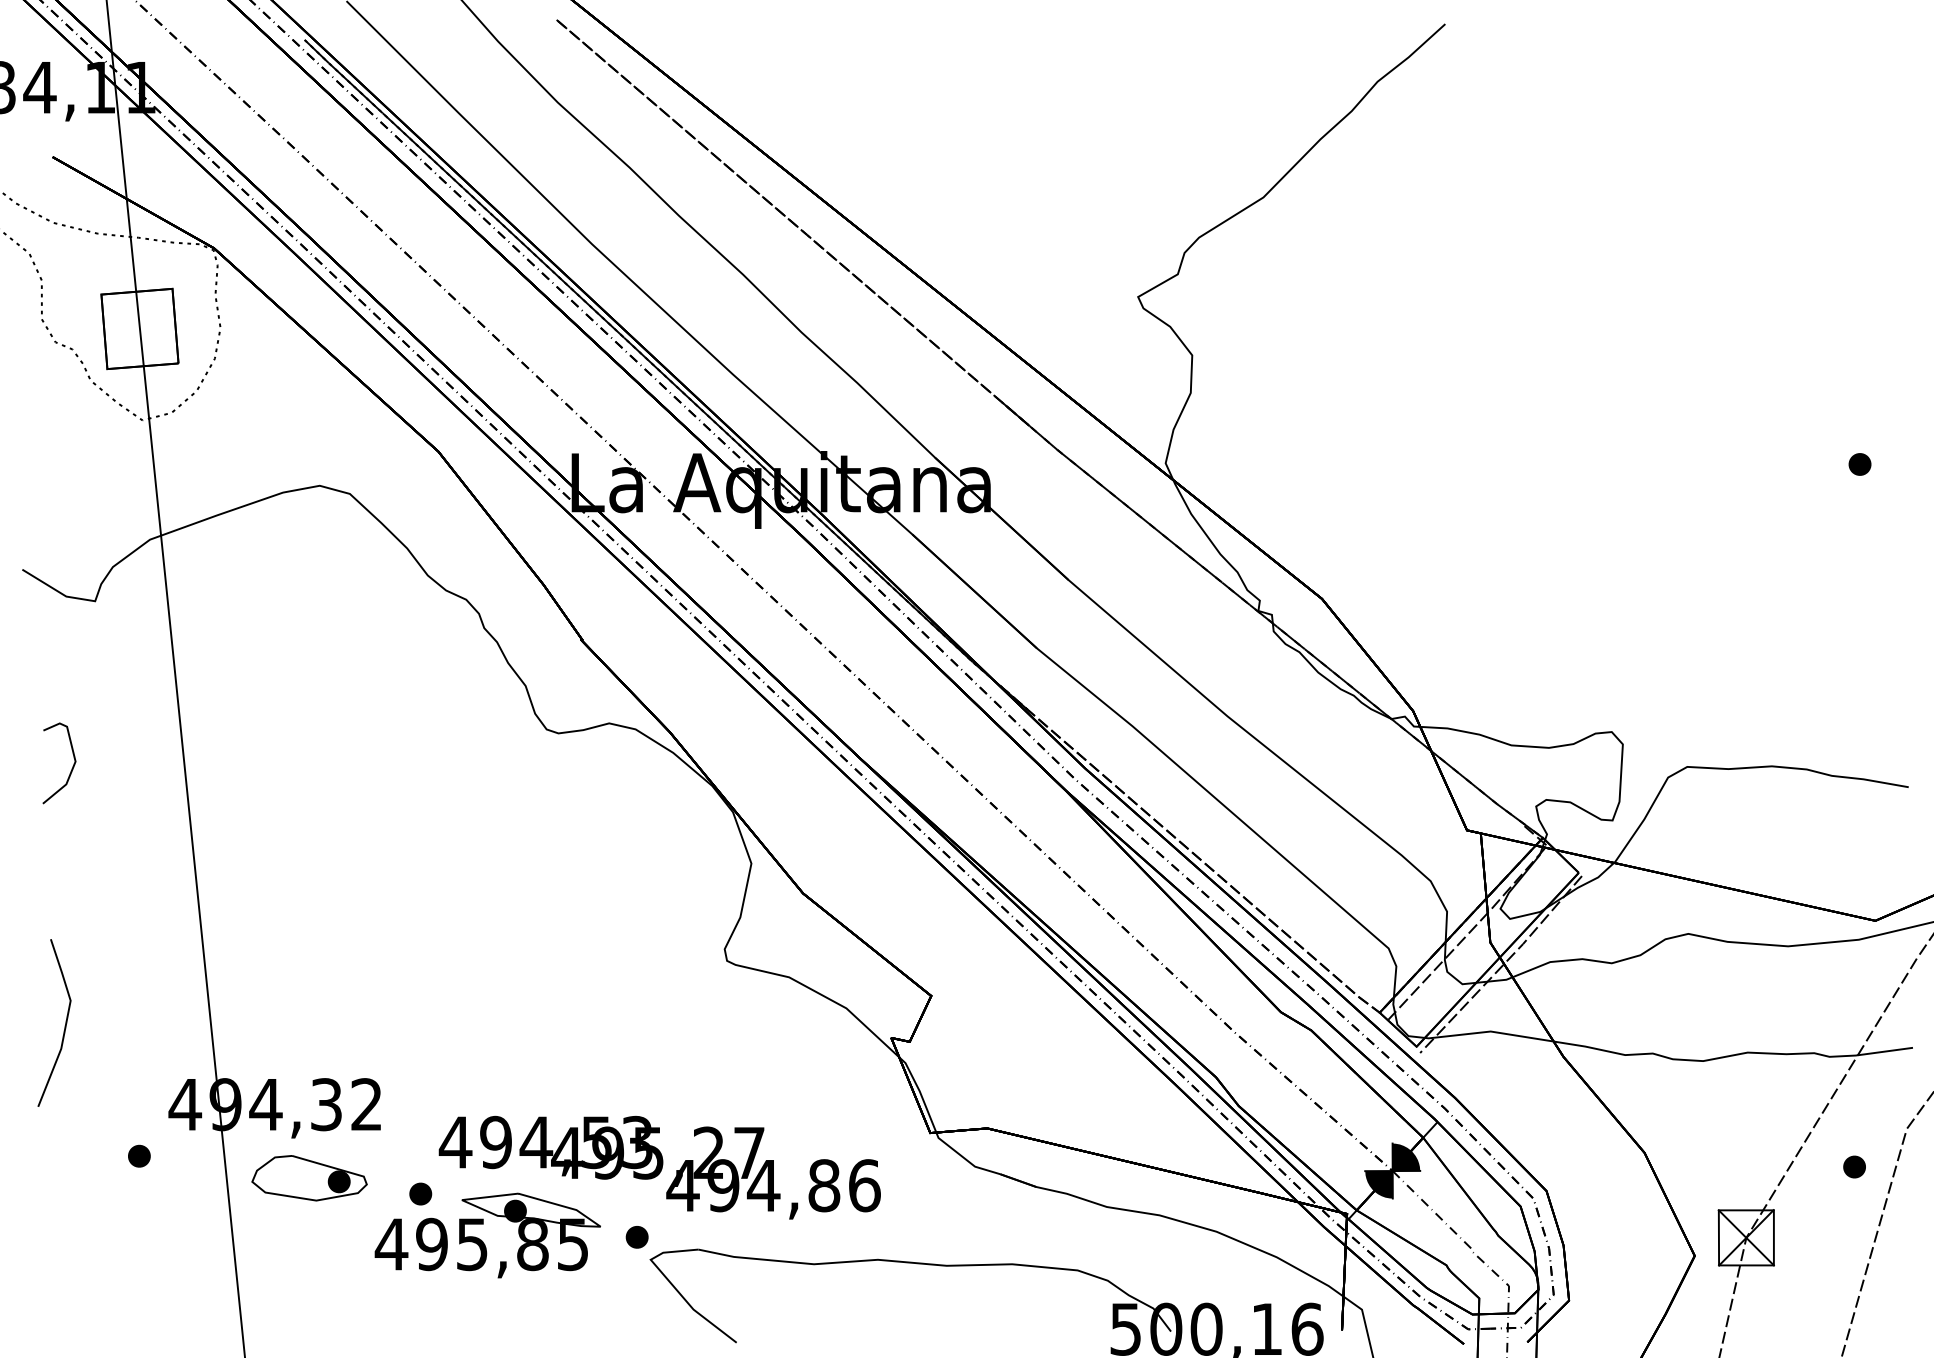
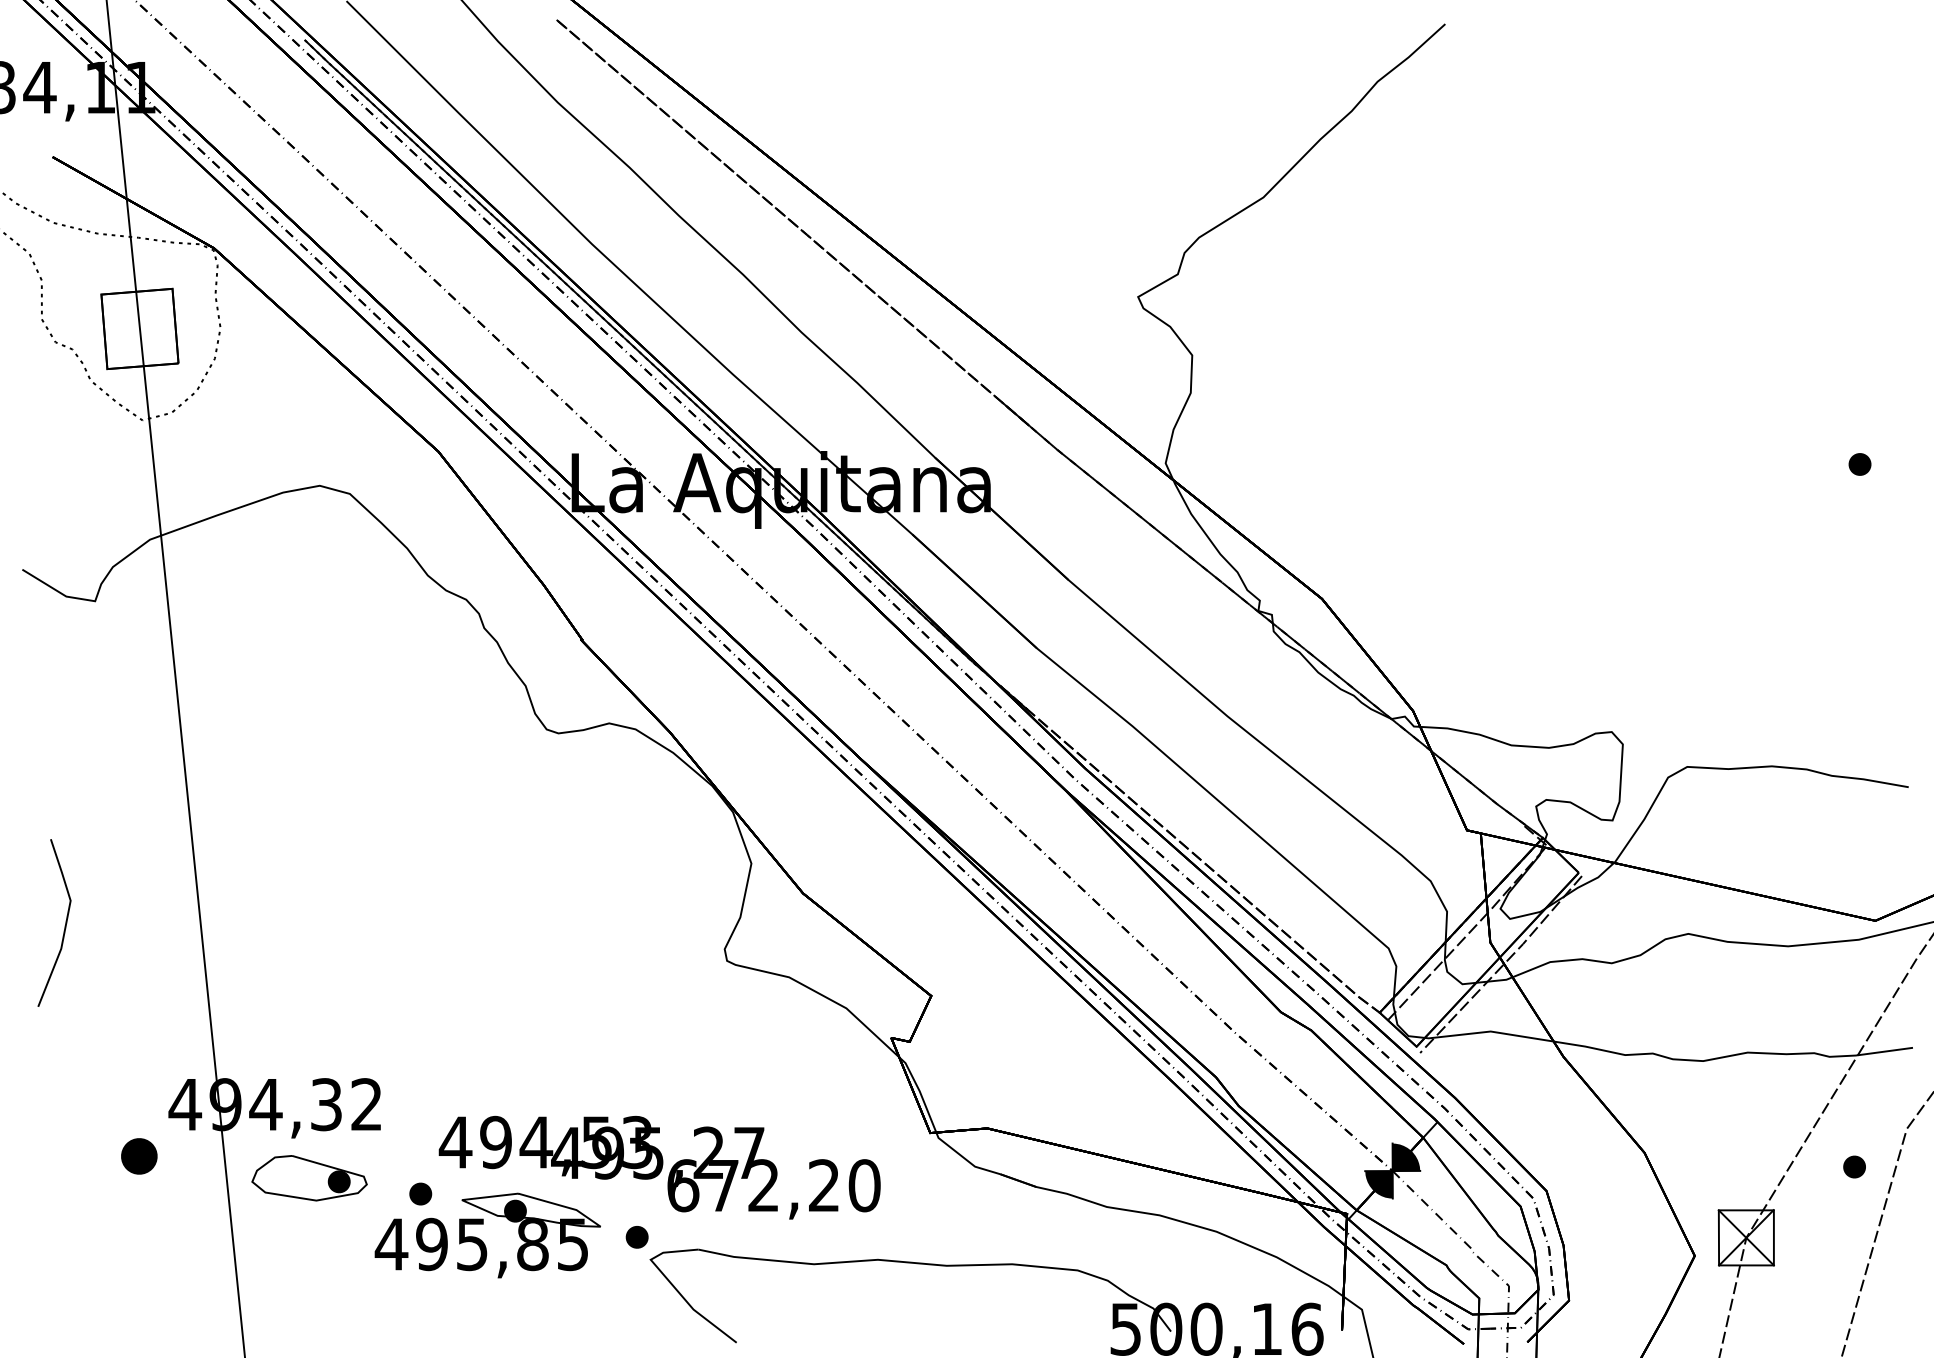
curve at (71, 768): present -> none
line at (64, 1025) position: (64, 1025) -> (64, 925)
part at (139, 1155) size: 23x24 px -> 37x37 px
text at (773, 1185): 494,86 -> 672,20
